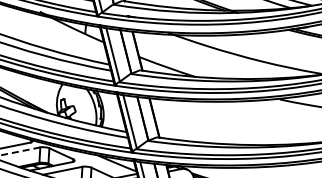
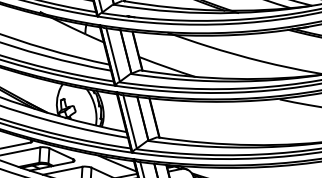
line at (20, 151): dashed -> solid
